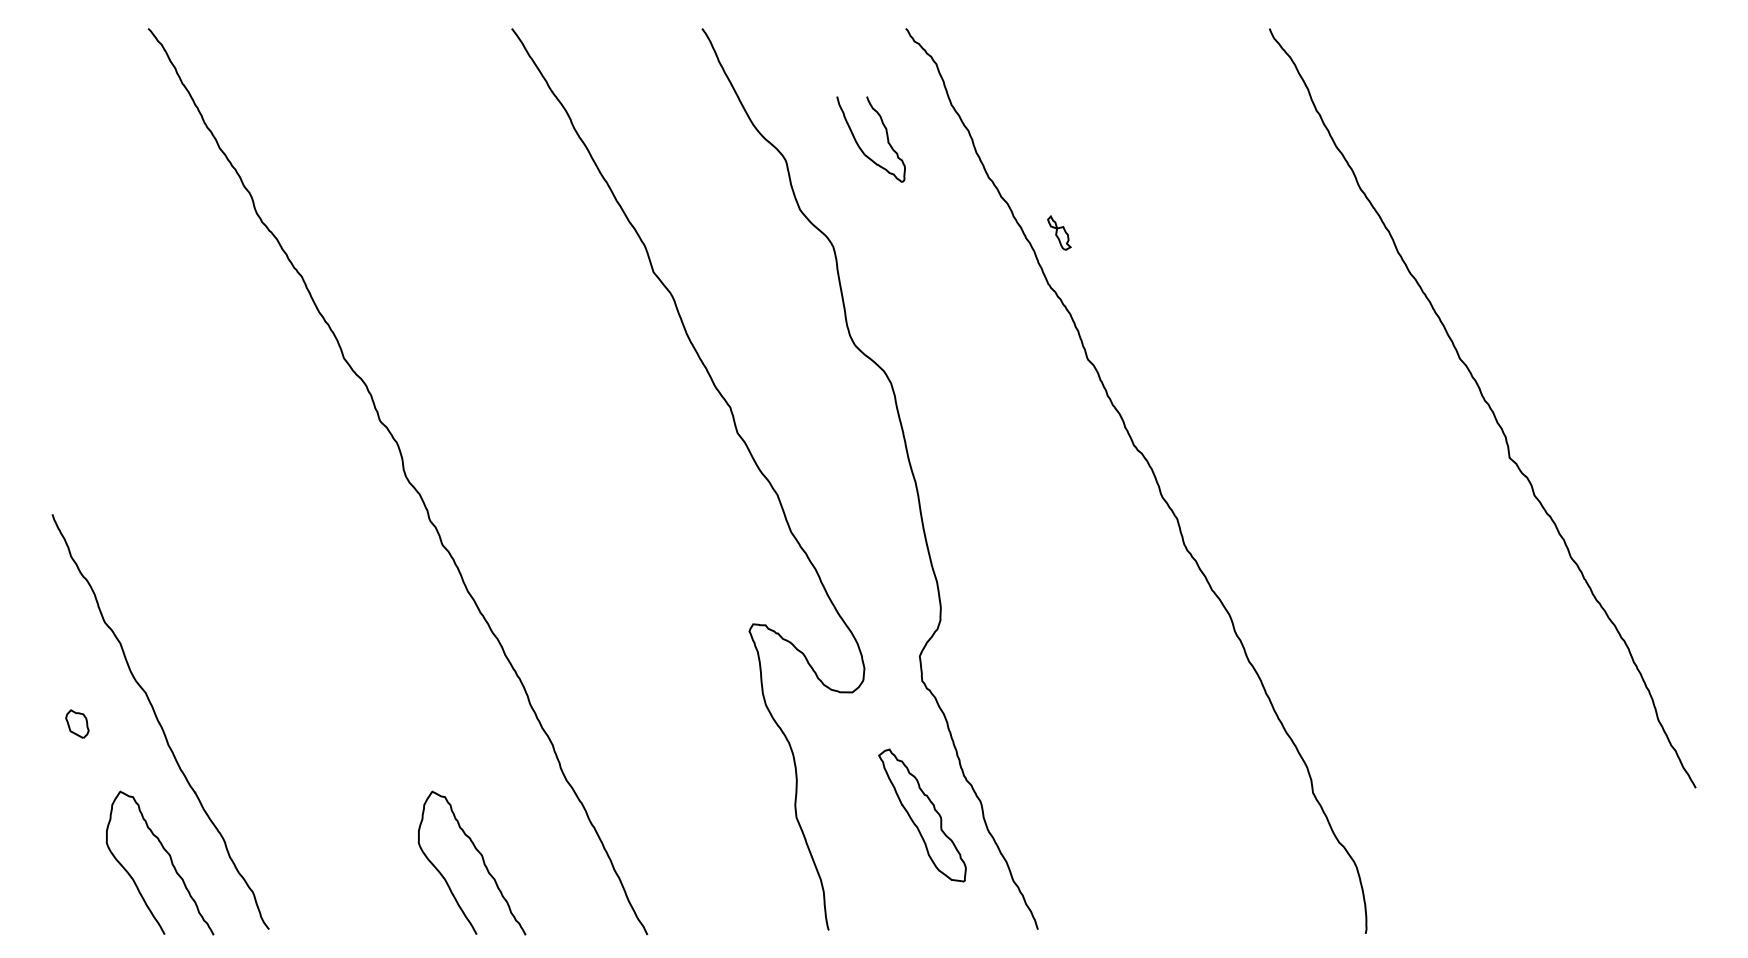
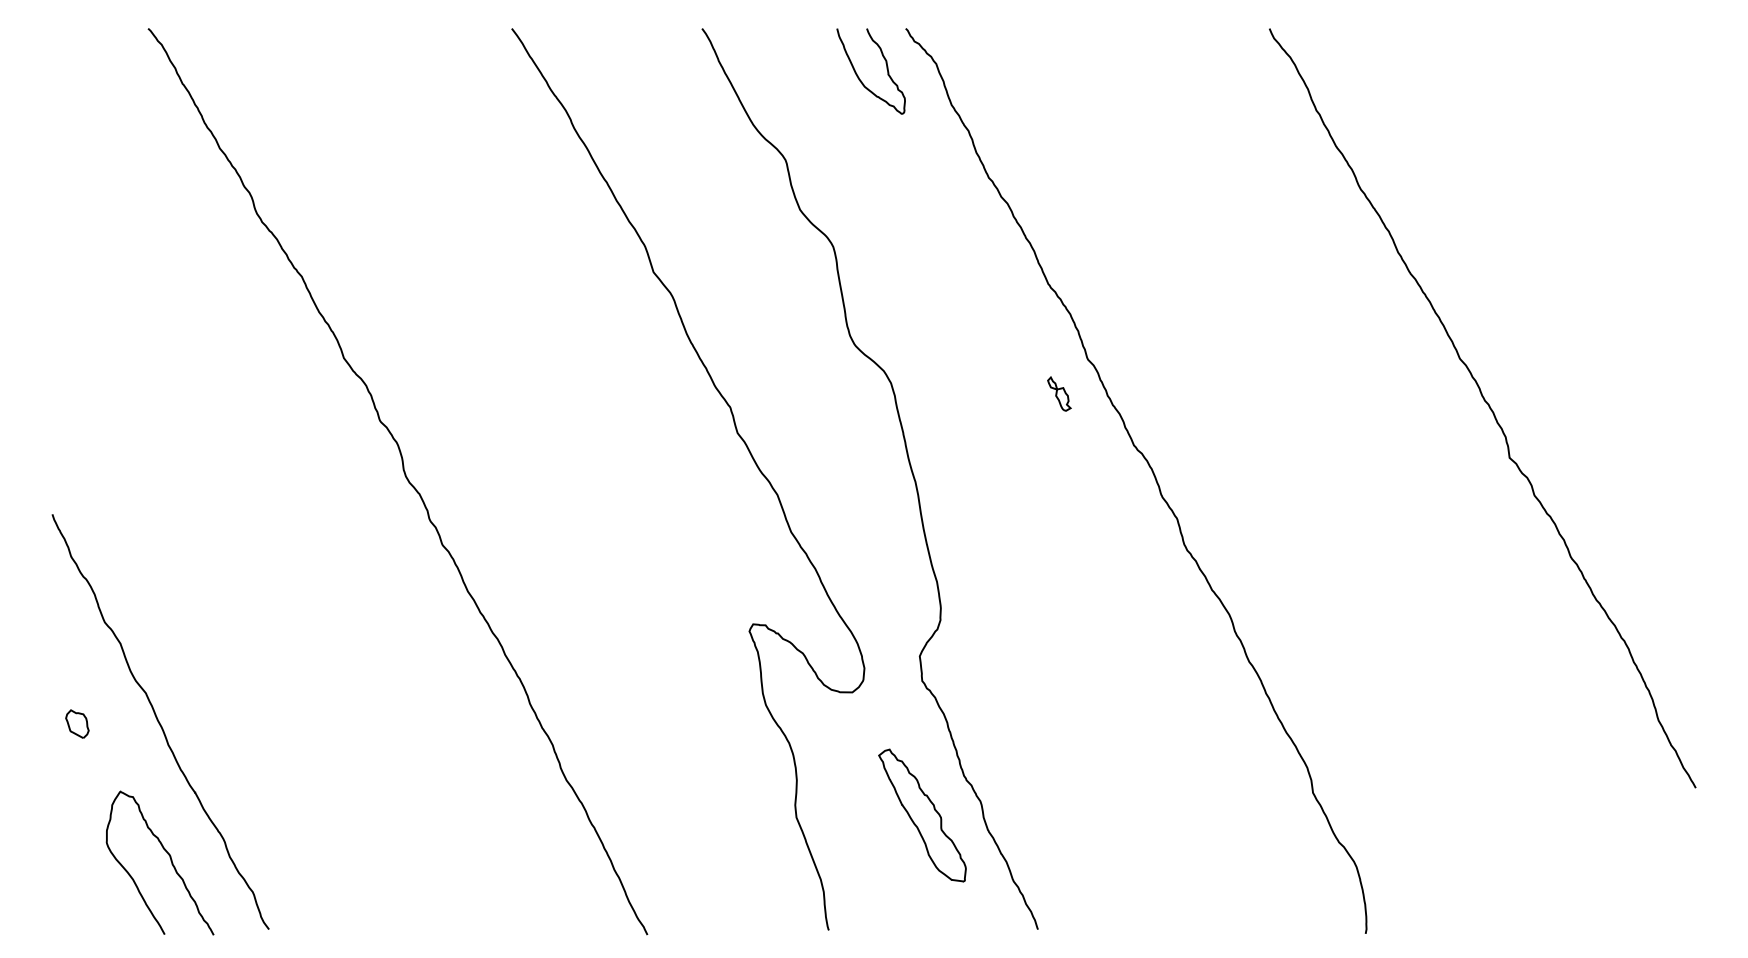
part at (859, 145) position: (859, 145) -> (859, 77)
part at (1059, 232) position: (1059, 232) -> (1059, 393)
curve at (482, 861): present -> none
